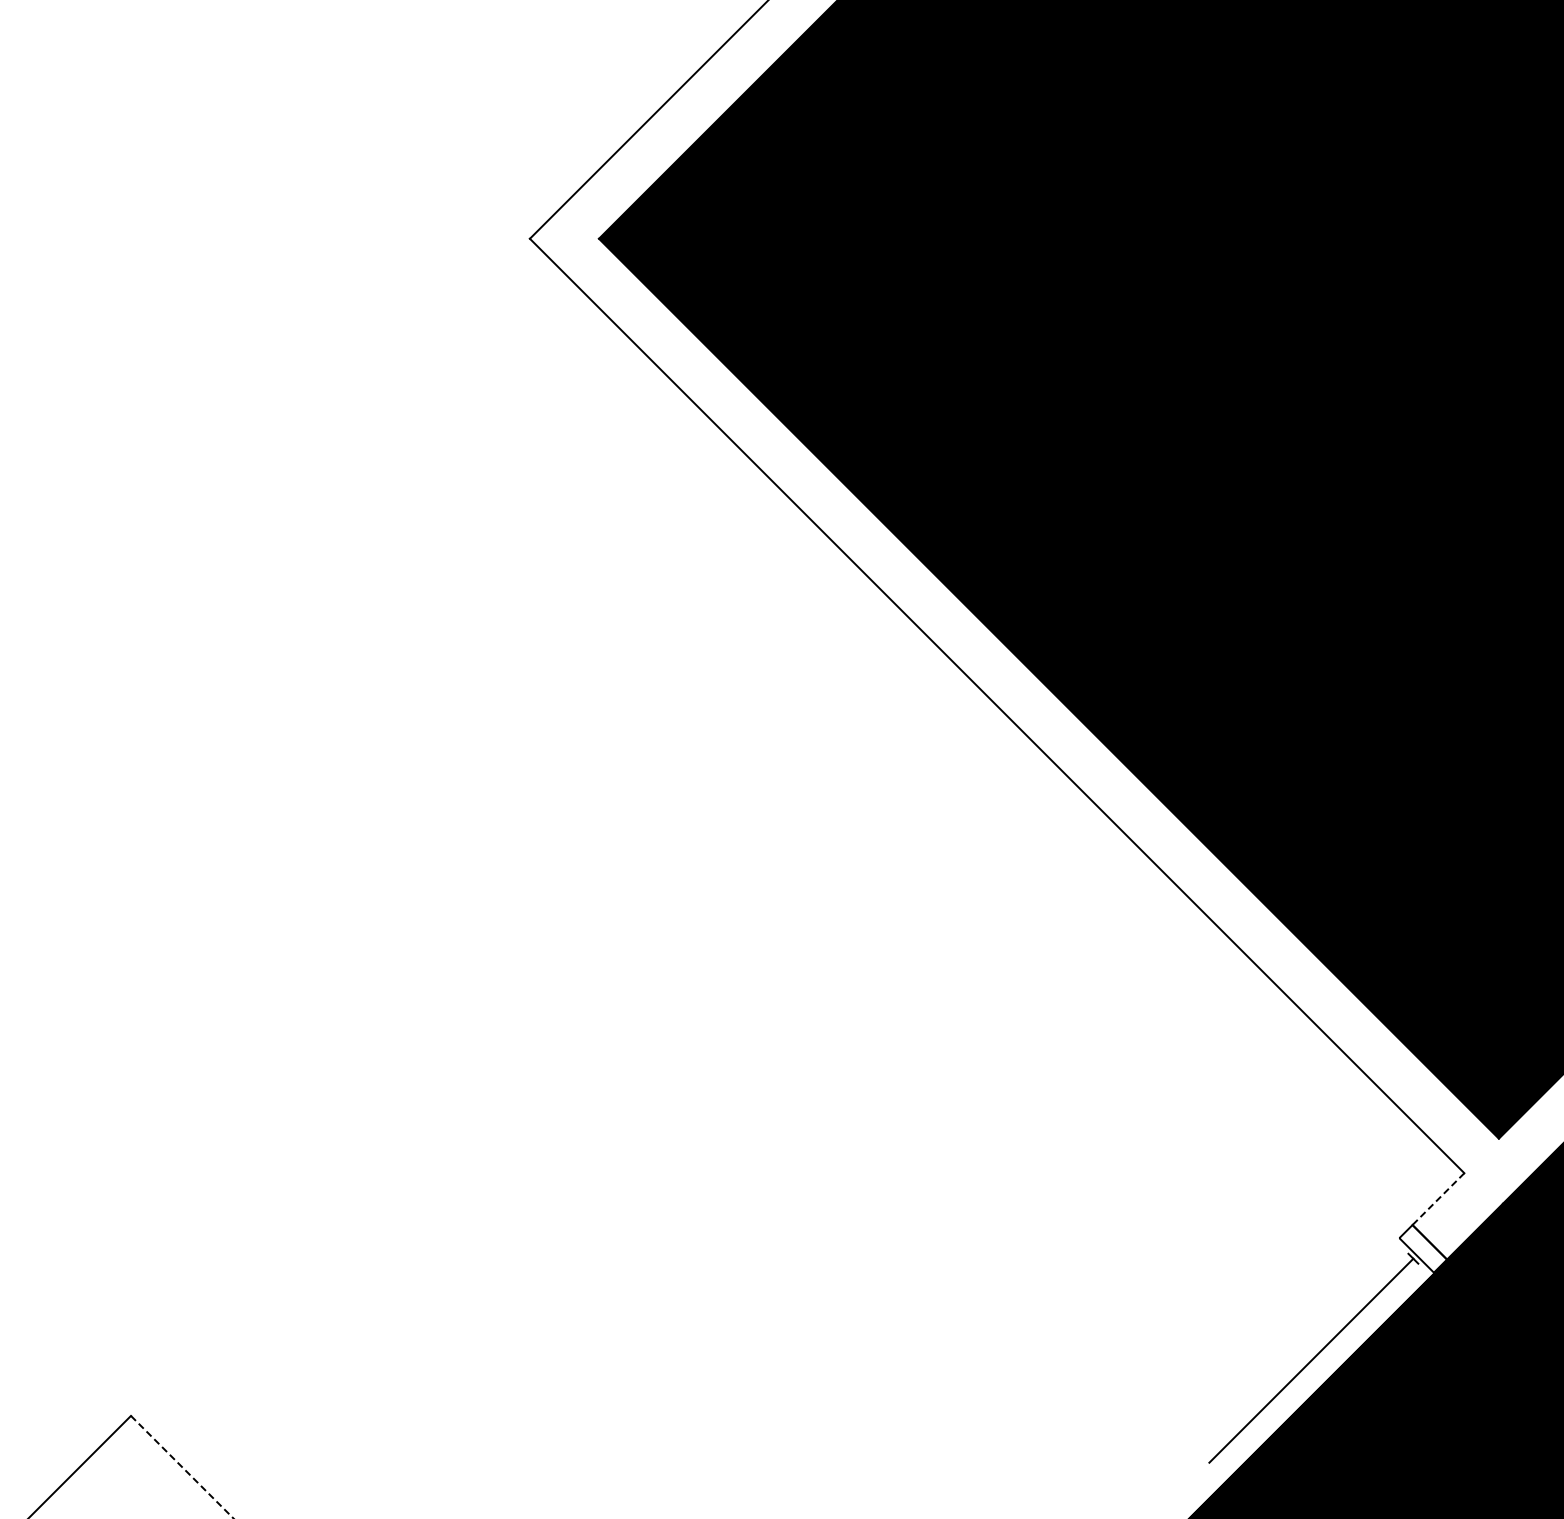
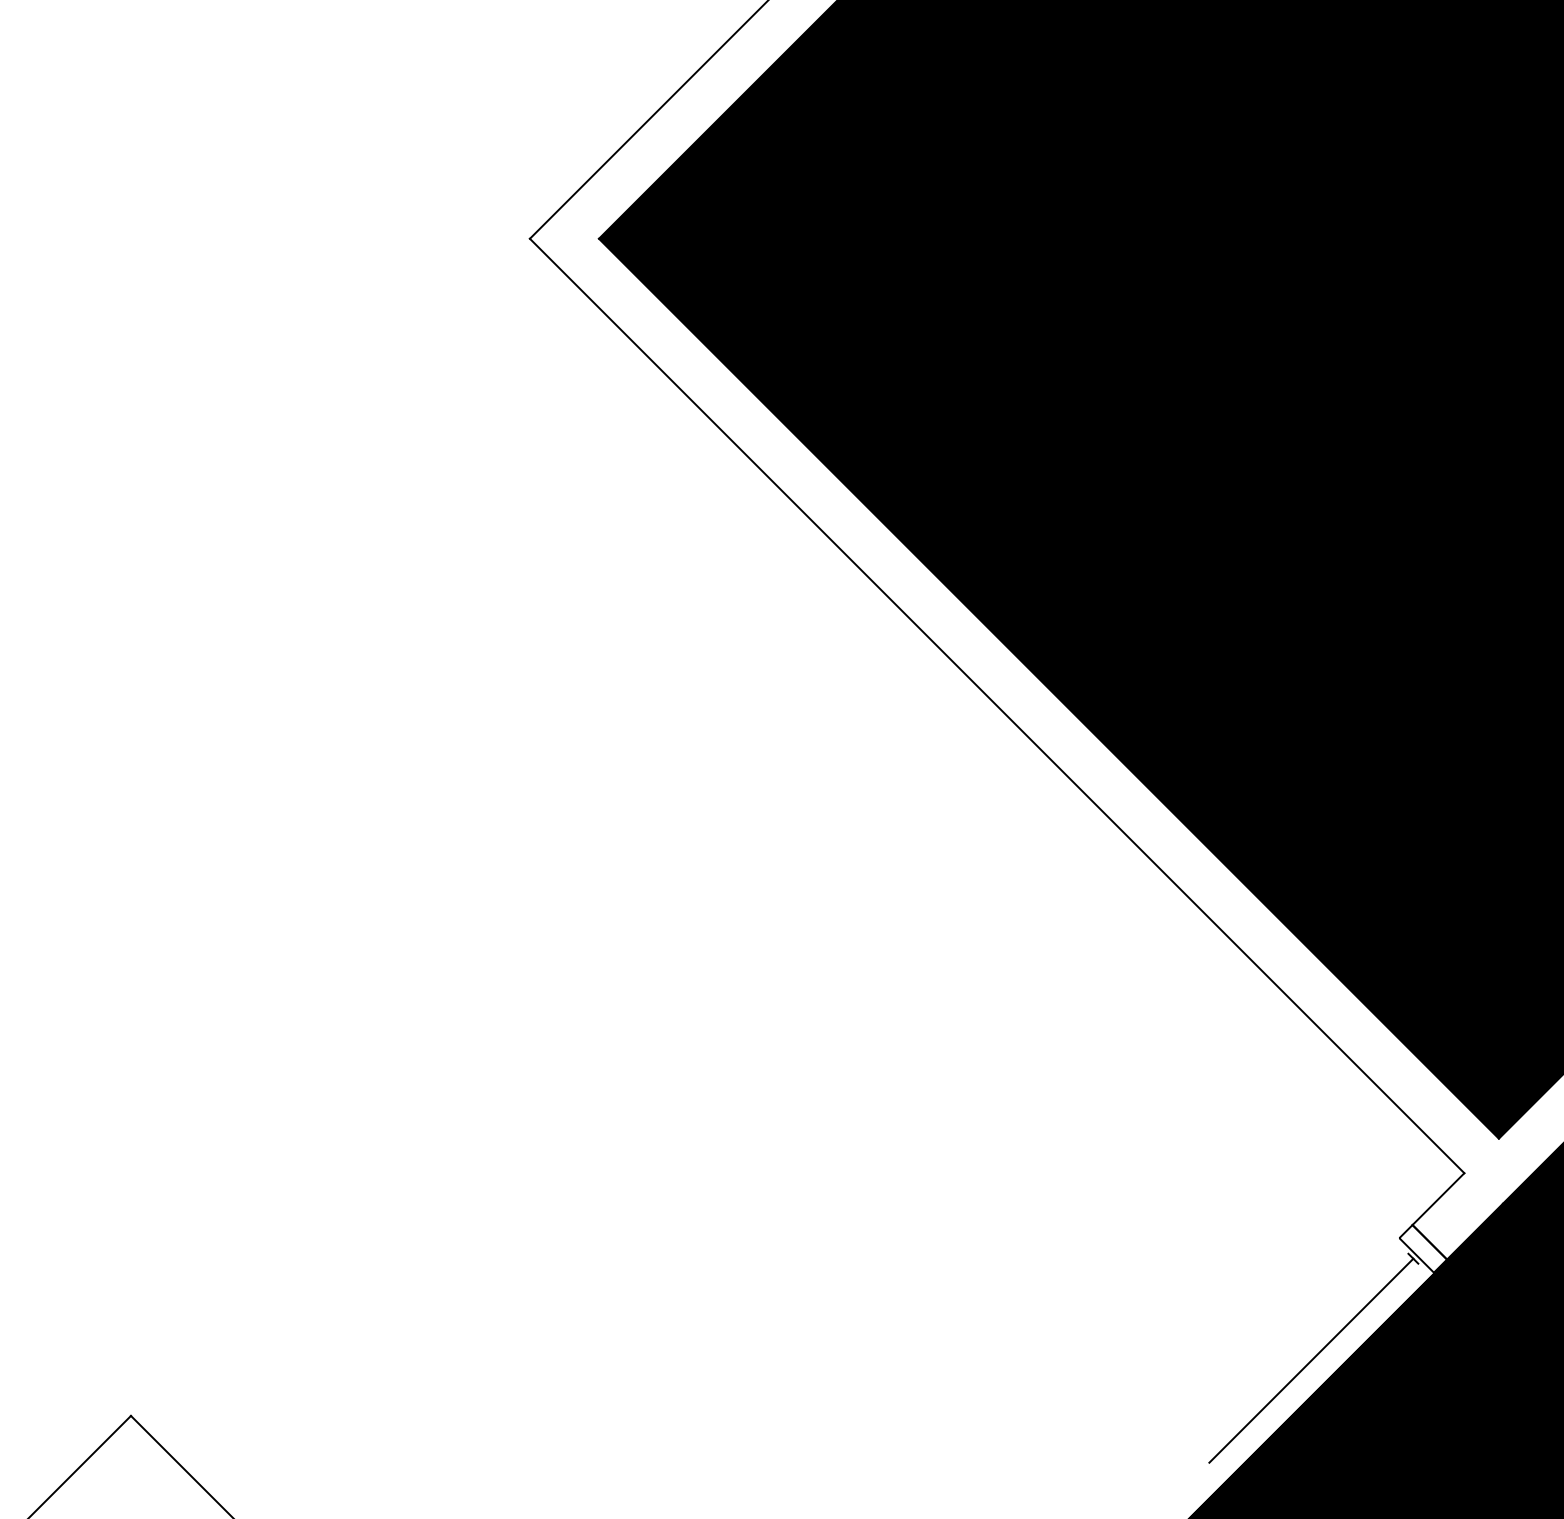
line at (1438, 1199): dashed -> solid
line at (182, 1467): dashed -> solid
